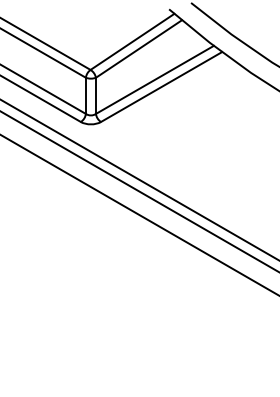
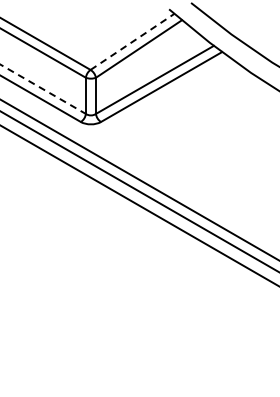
line at (132, 41): solid -> dashed
line at (43, 89): solid -> dashed
line at (139, 214) position: (139, 214) -> (139, 205)
